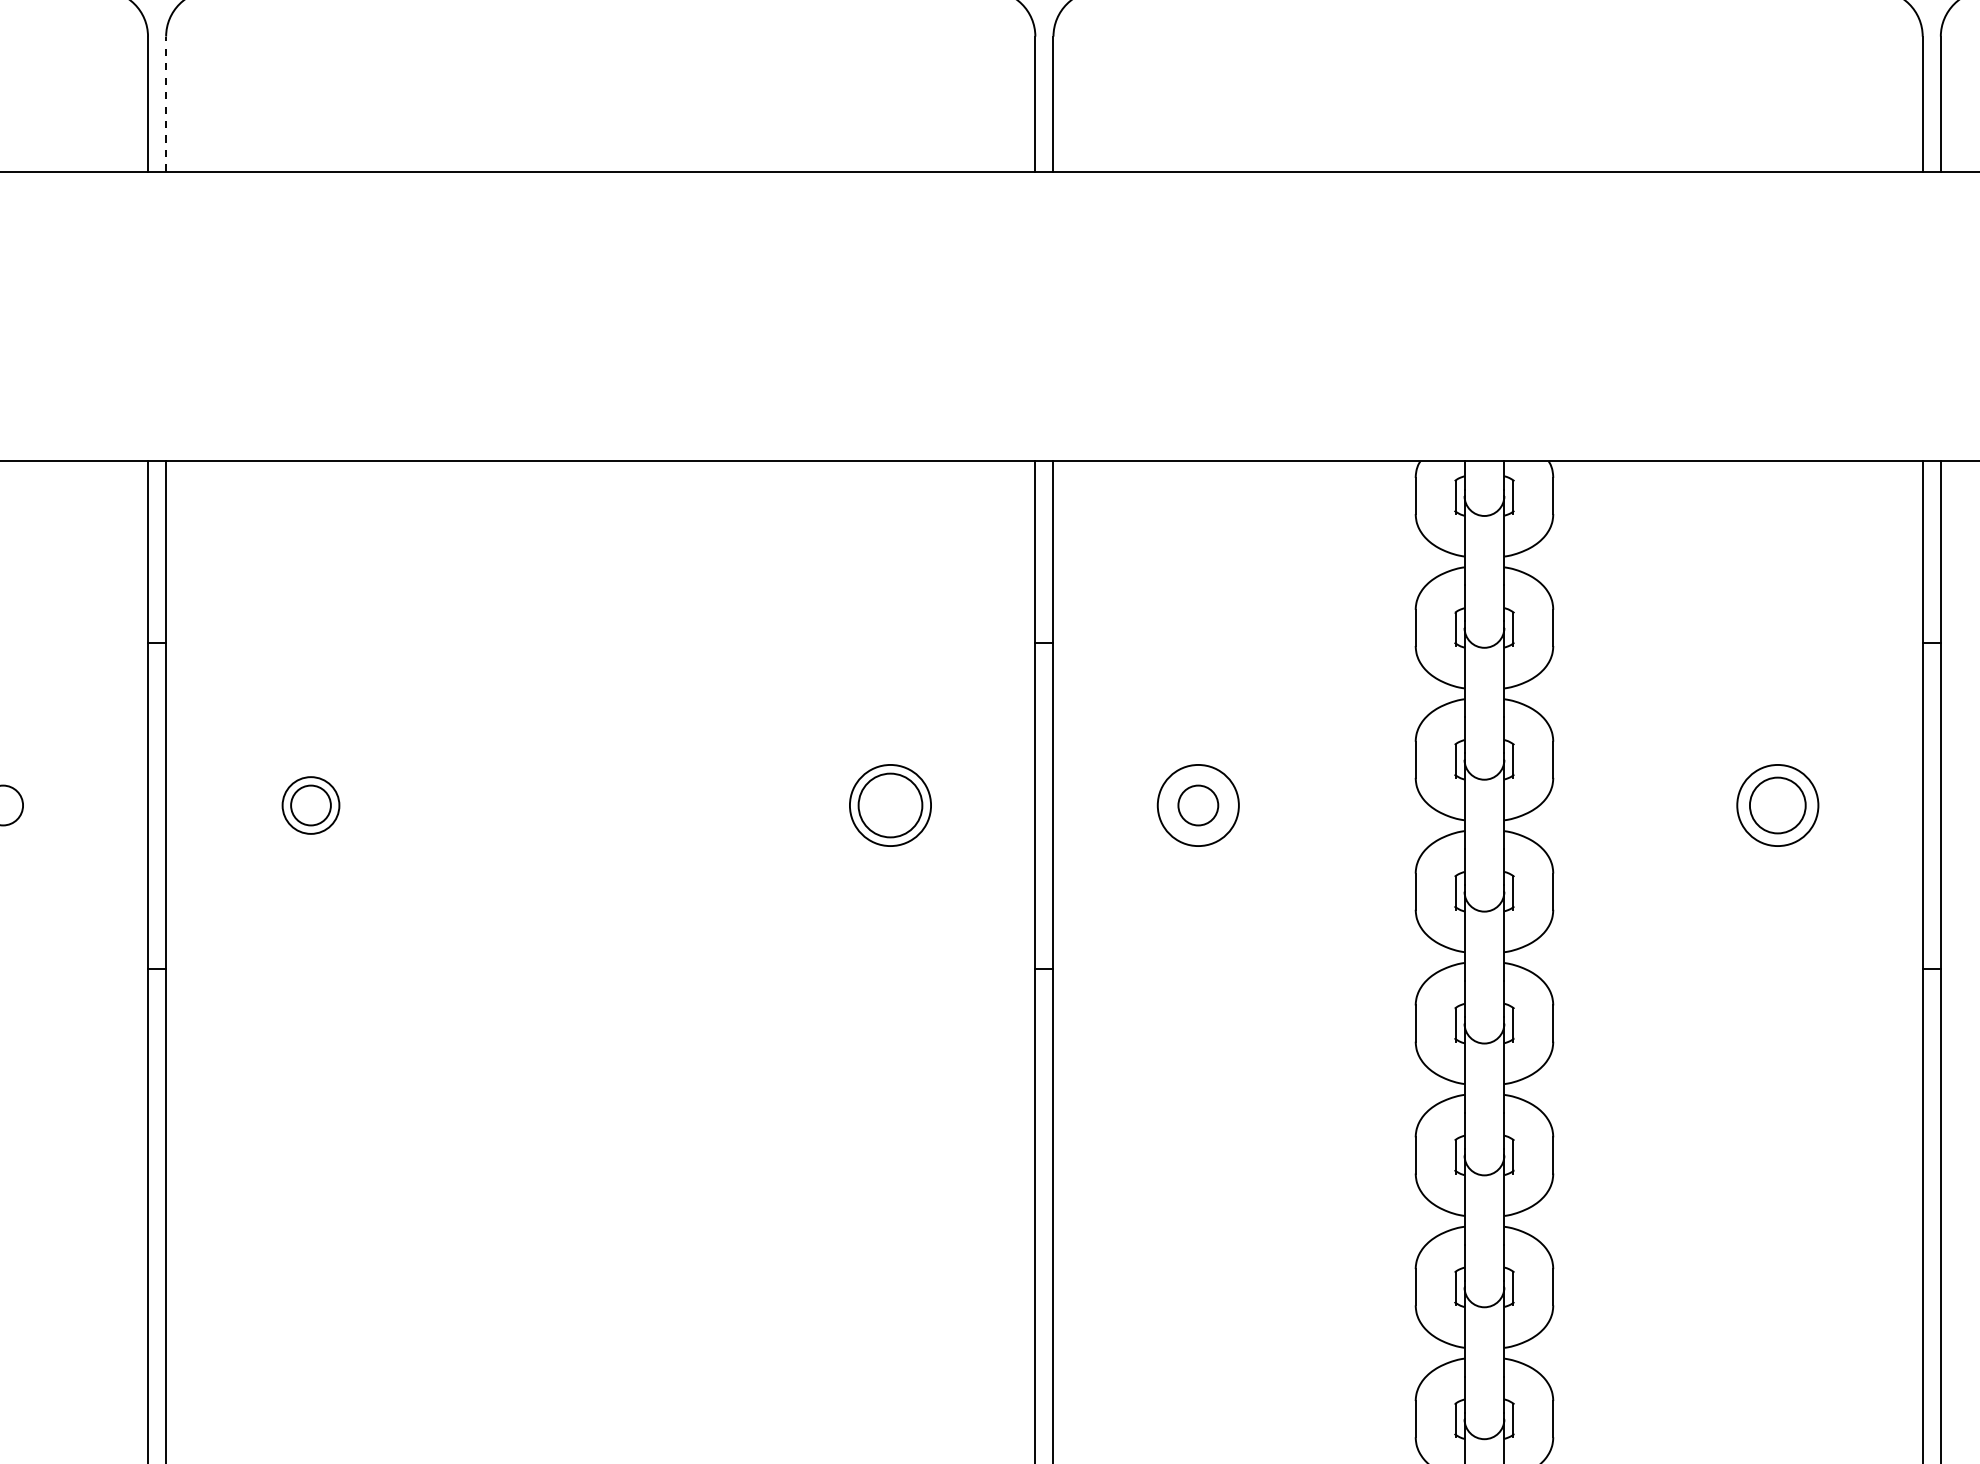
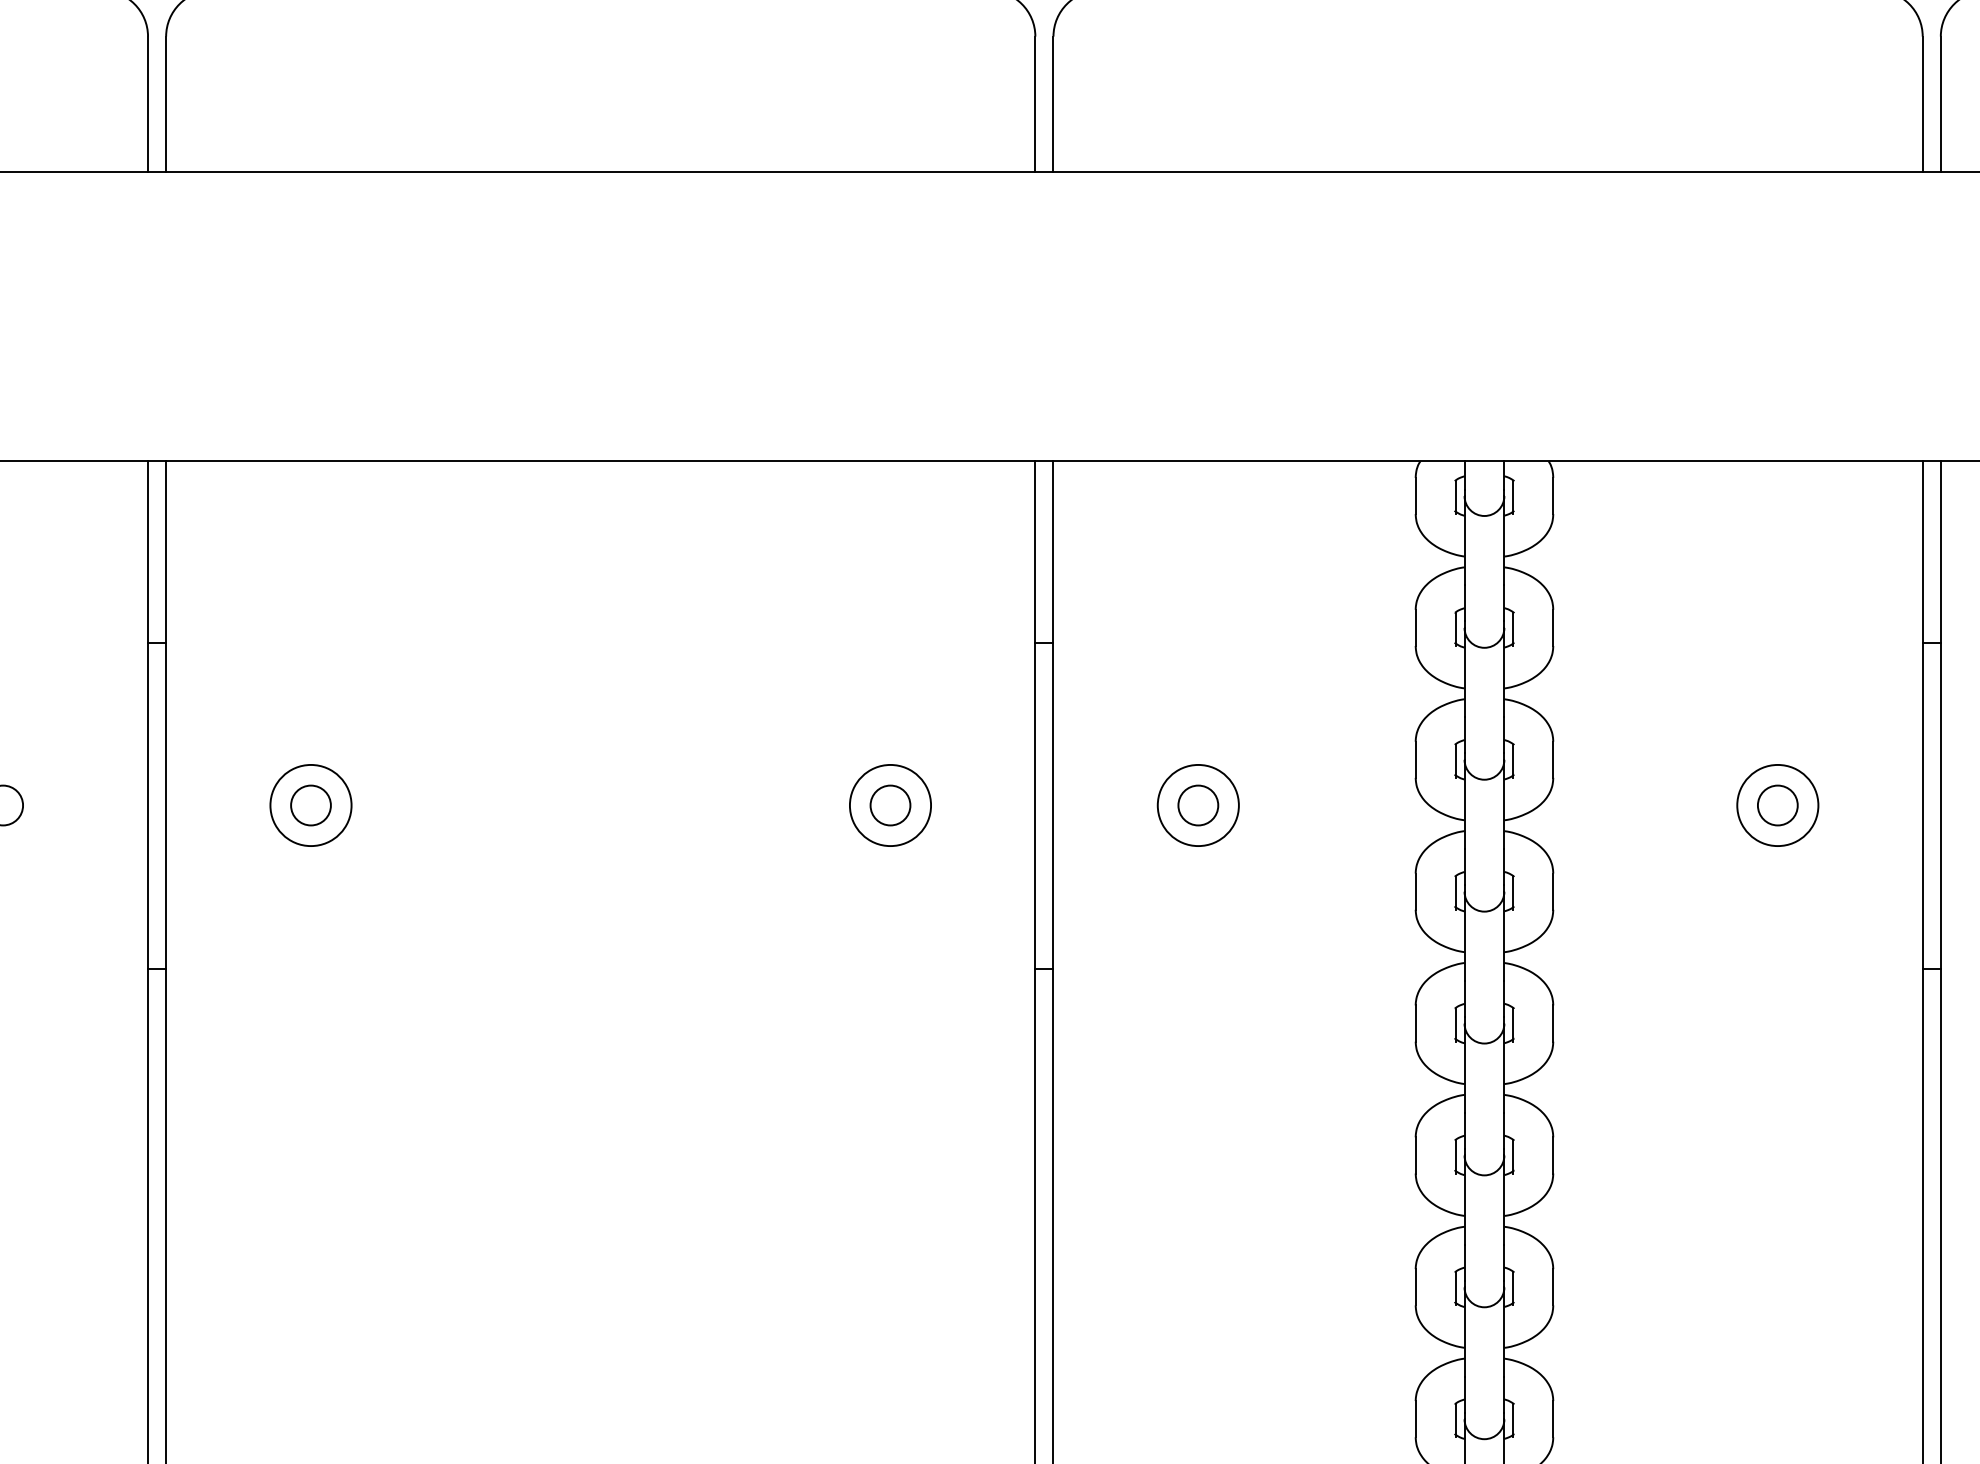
line at (166, 104): dashed -> solid
circle at (310, 805) diameter: 57 px -> 81 px
circle at (890, 805) diameter: 64 px -> 40 px
circle at (1777, 805) diameter: 56 px -> 40 px
